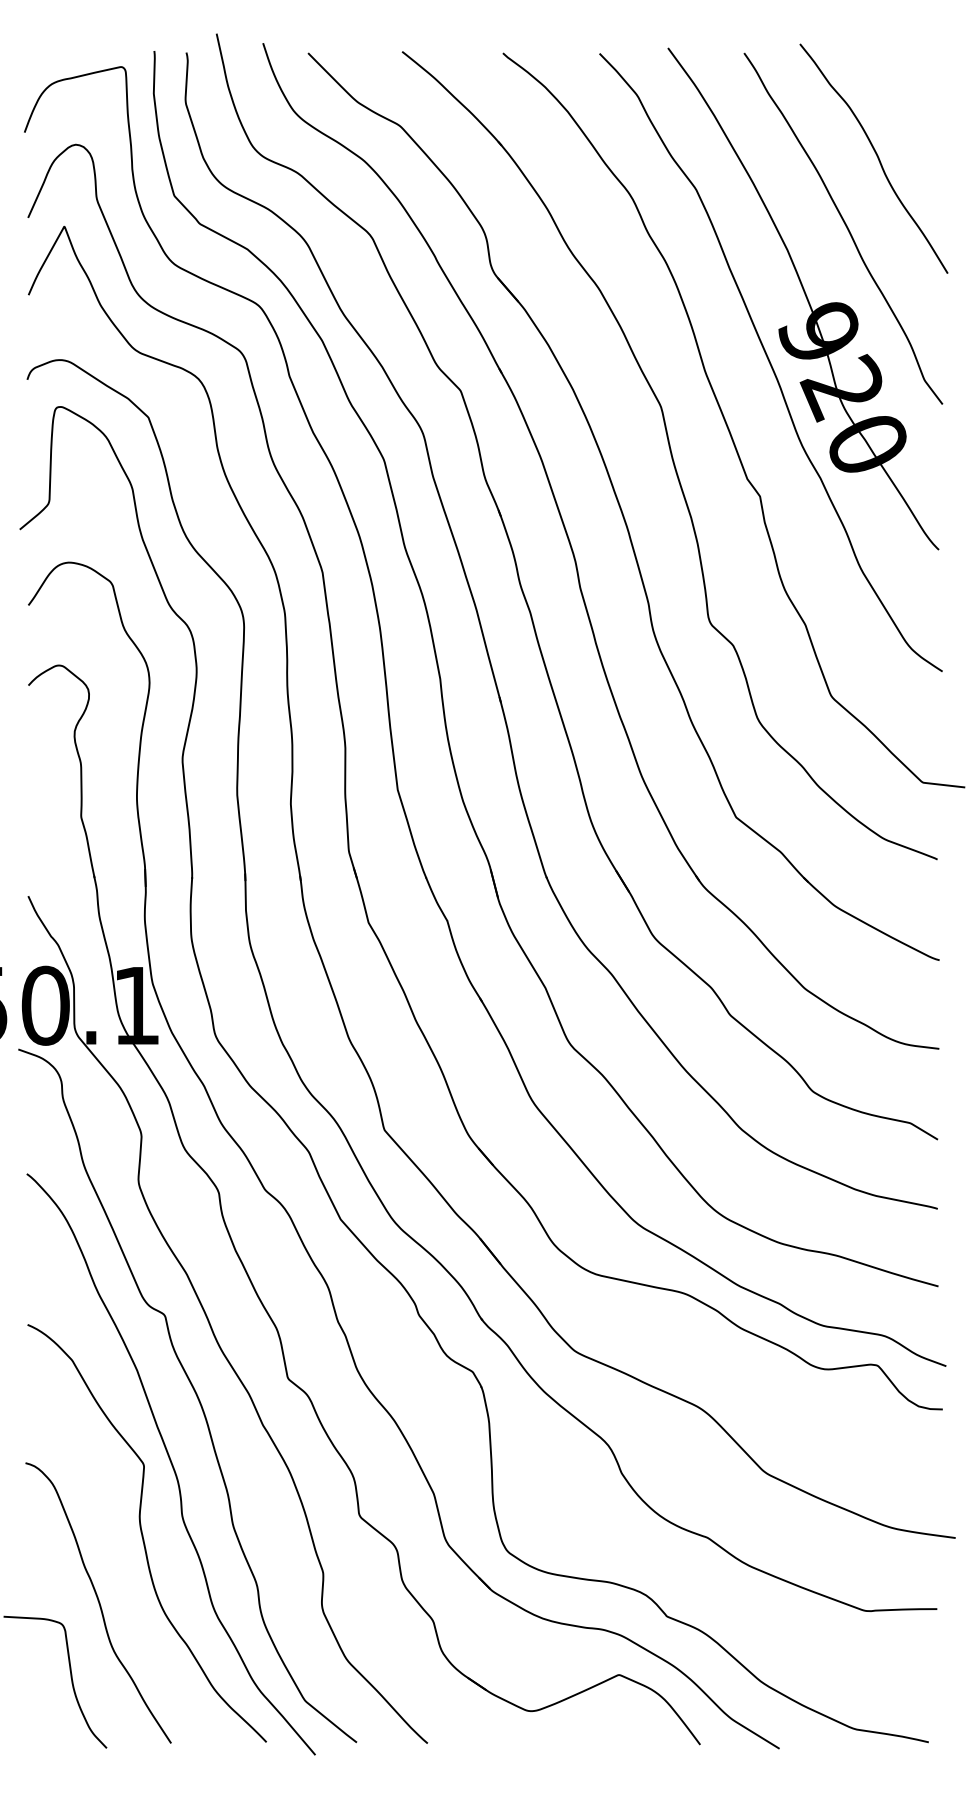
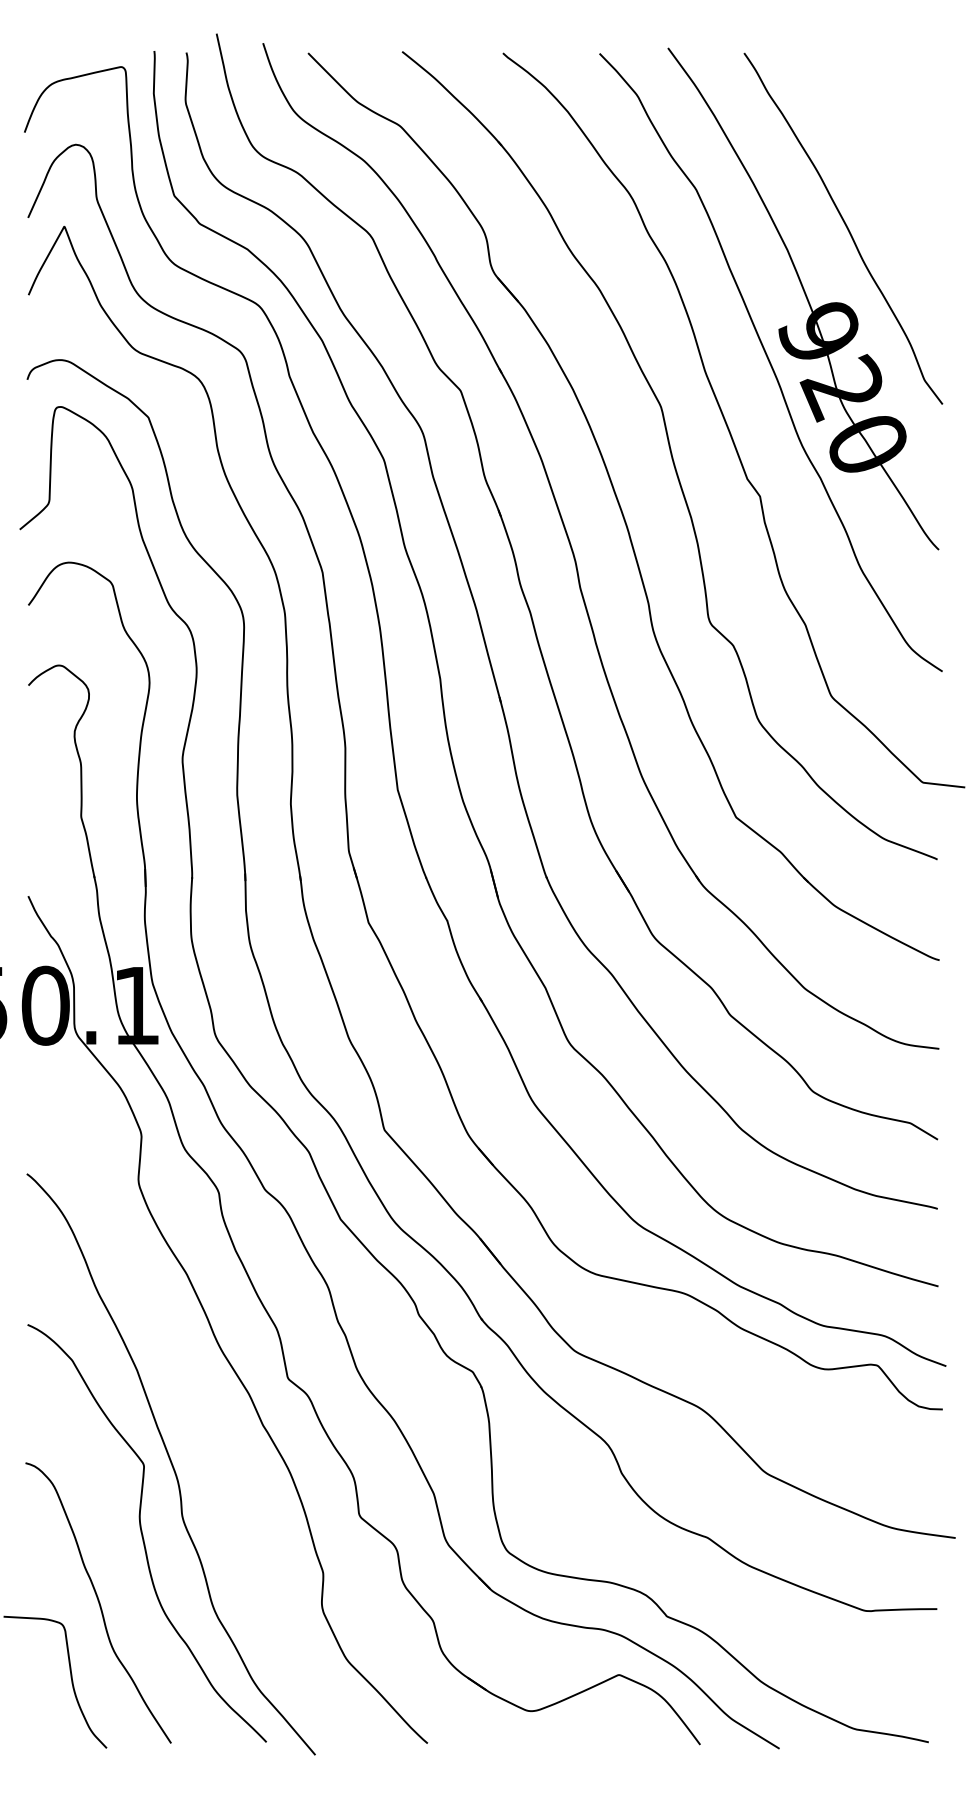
curve at (876, 156): present -> none
curve at (194, 1392): present -> none
